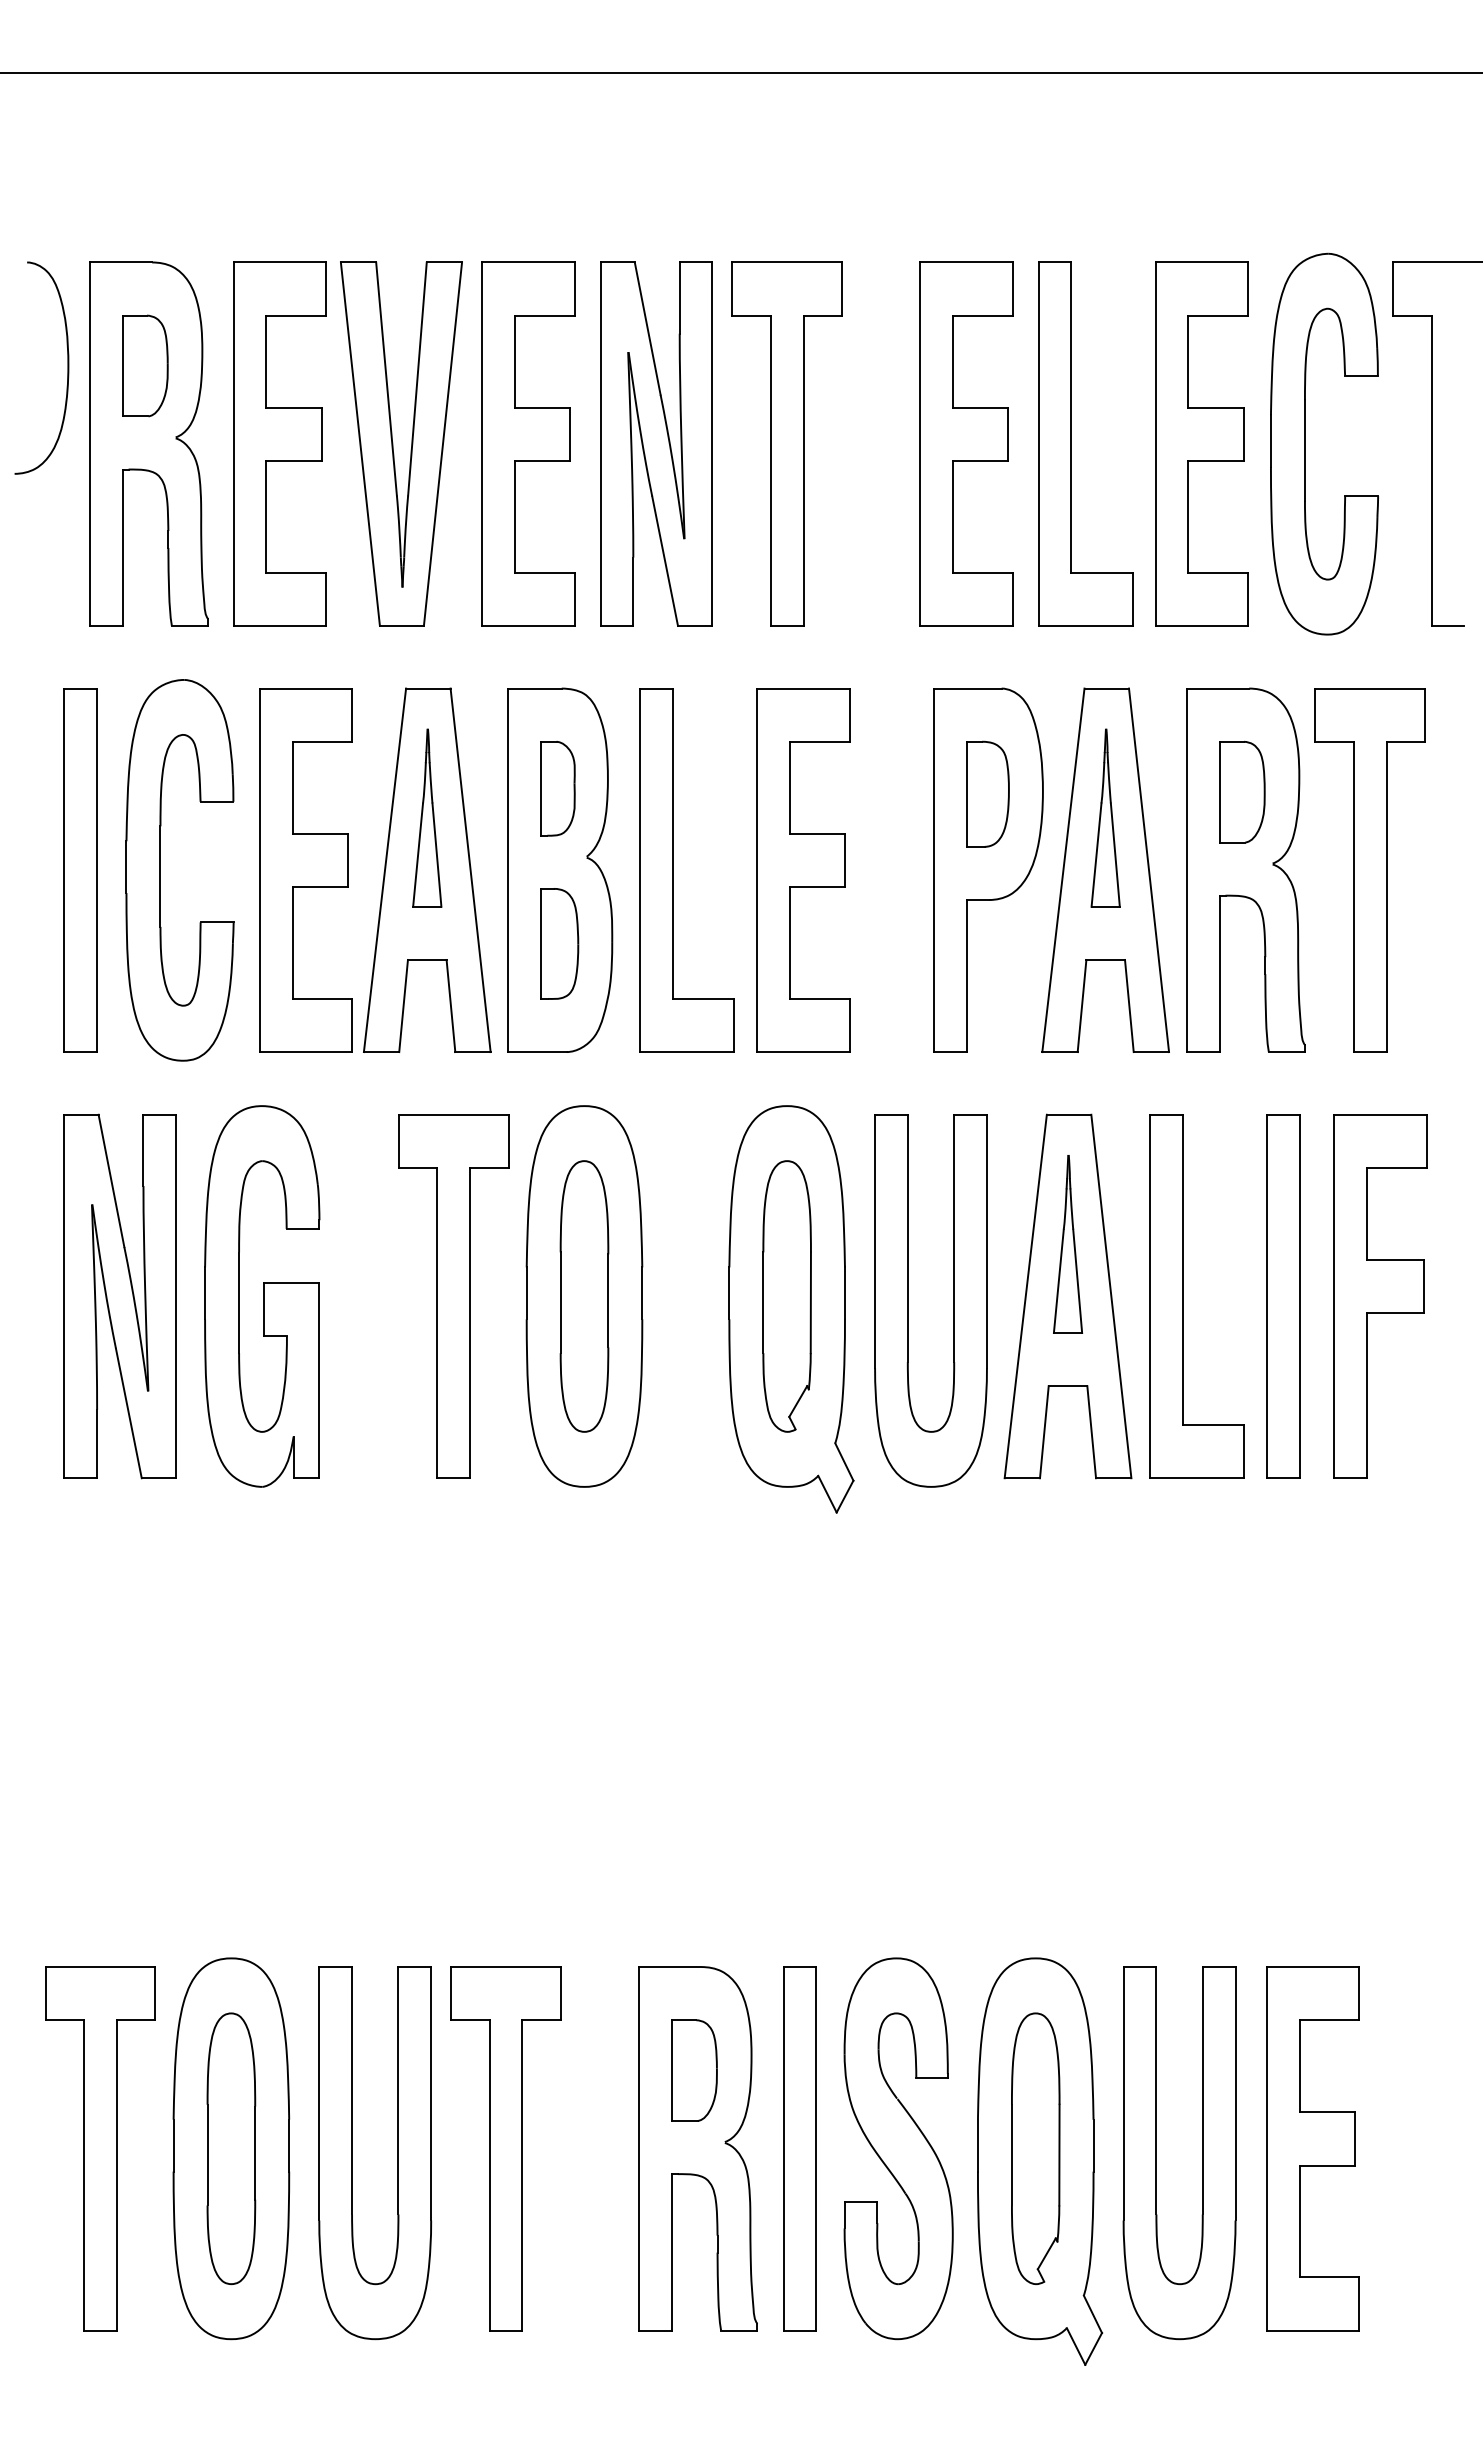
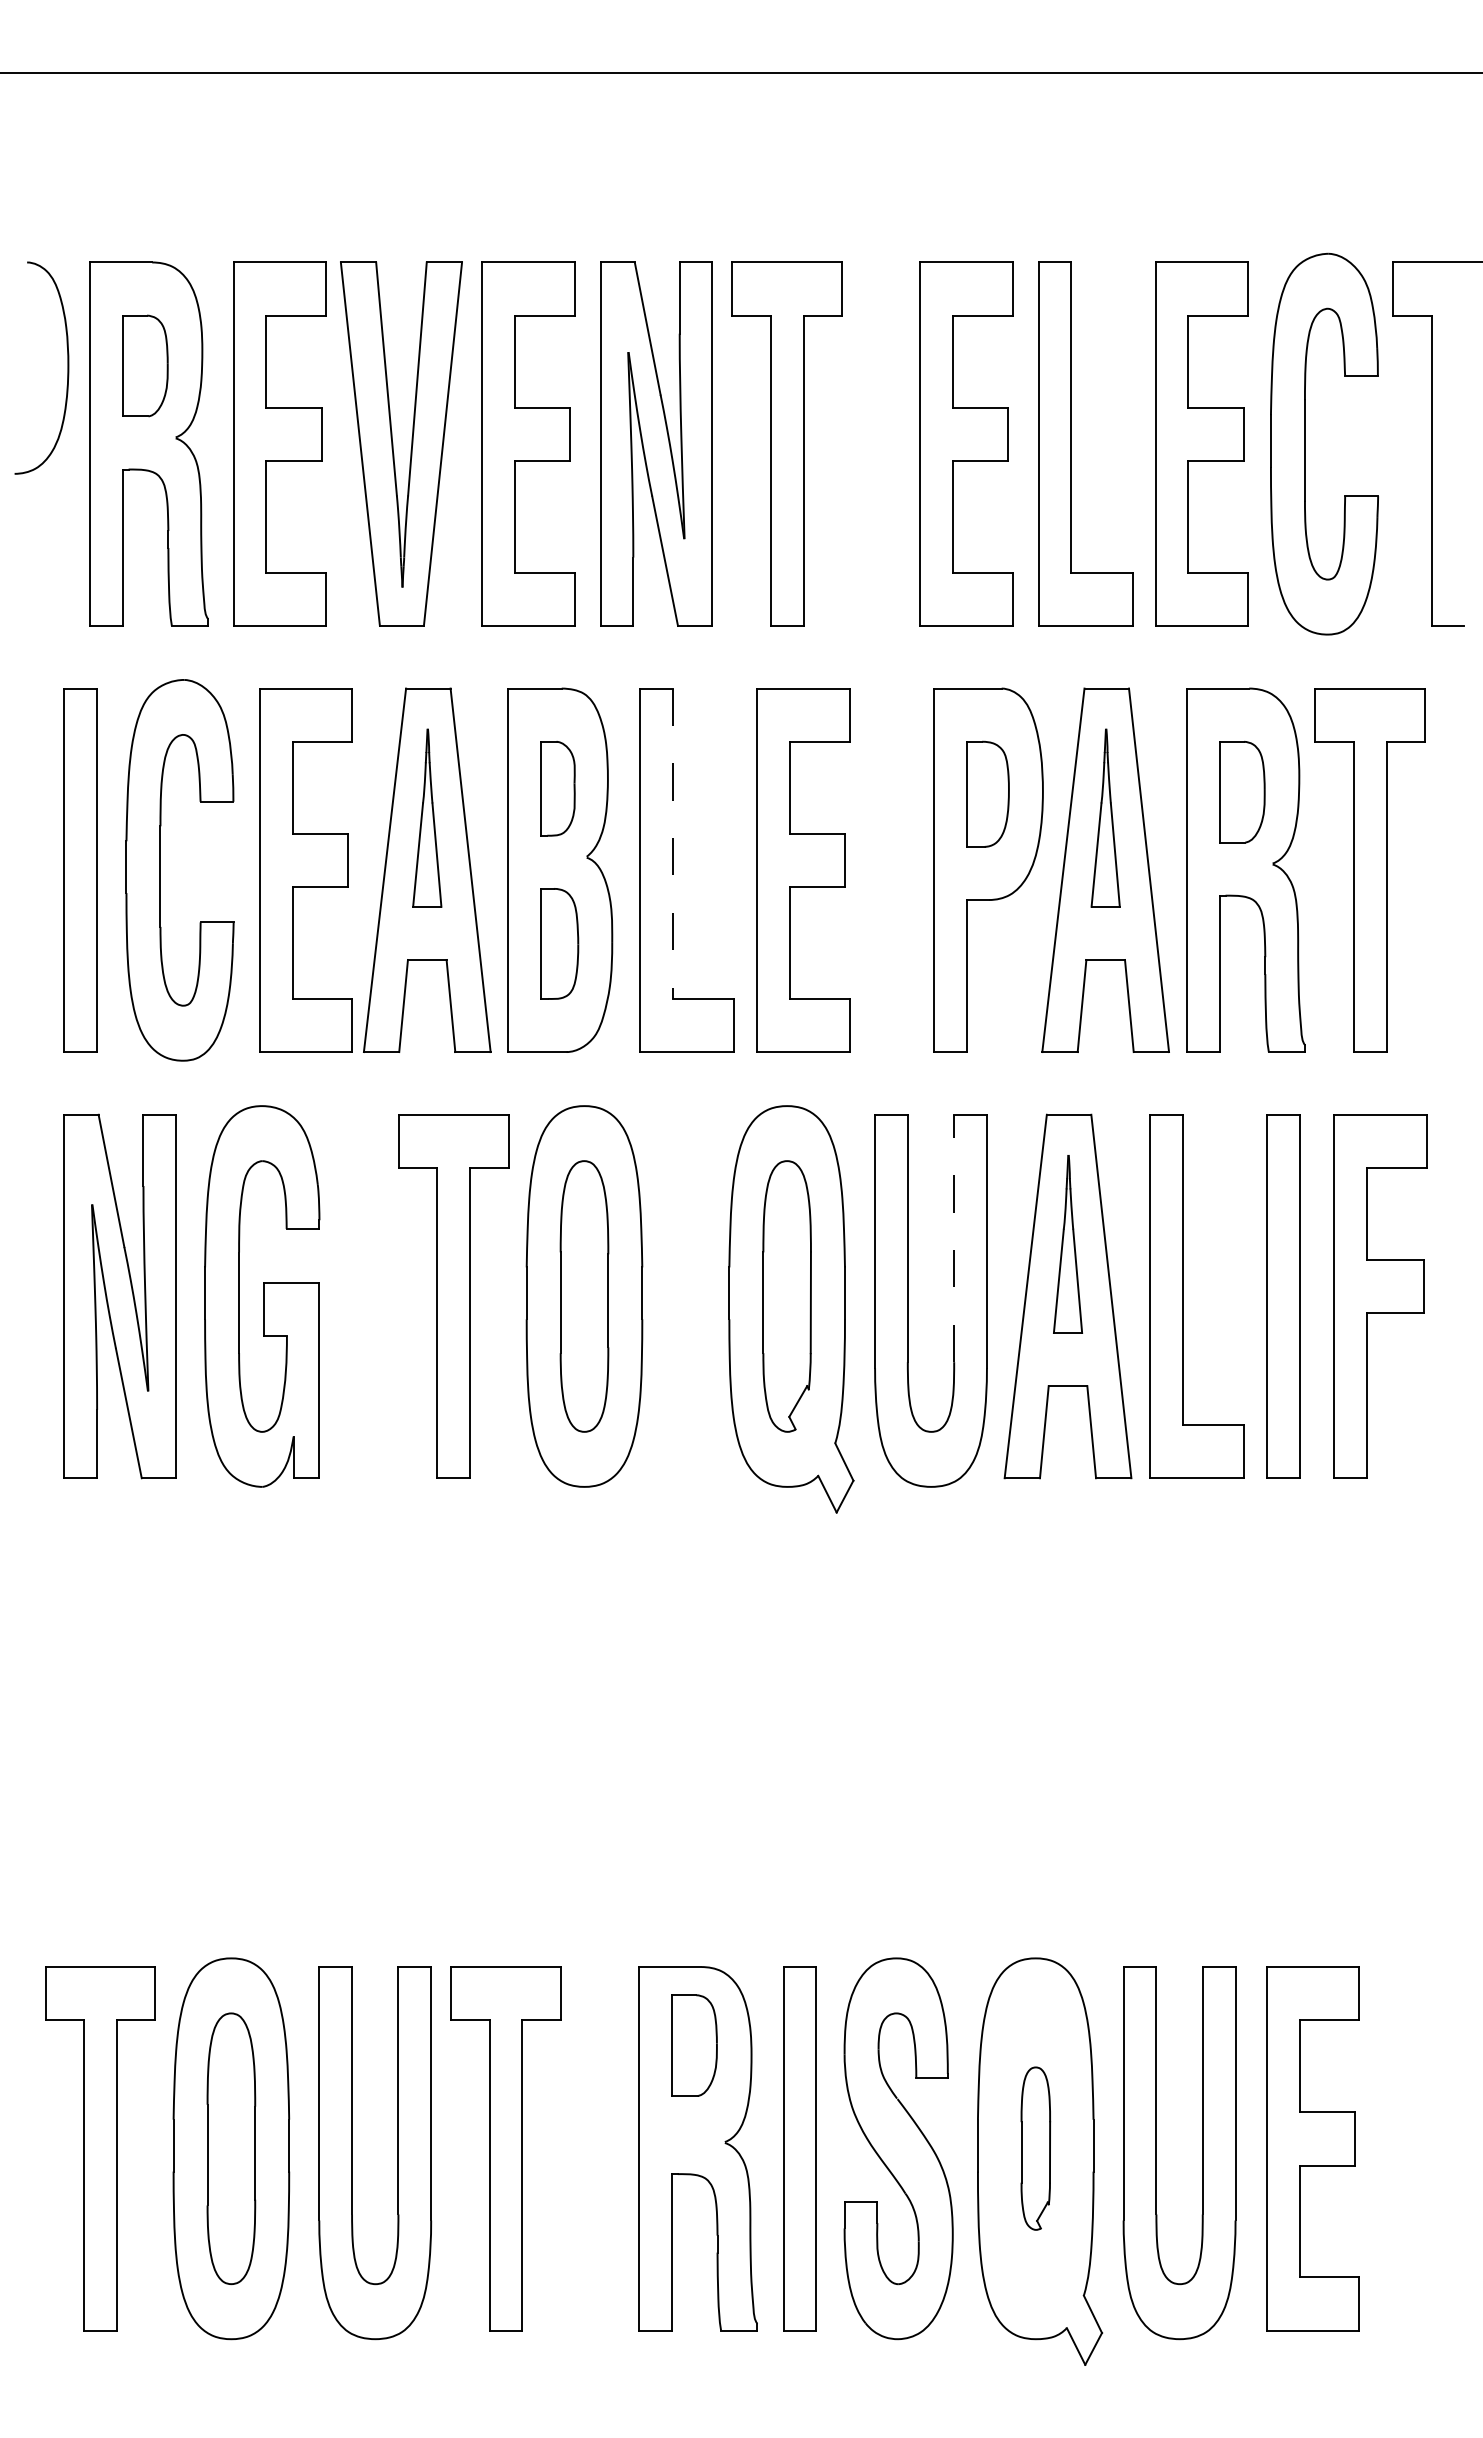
line at (672, 844): solid -> dashed
line at (954, 1238): solid -> dashed
part at (694, 2070) position: (694, 2070) -> (694, 2045)
part at (1035, 2148) size: 50x273 px -> 32x165 px
